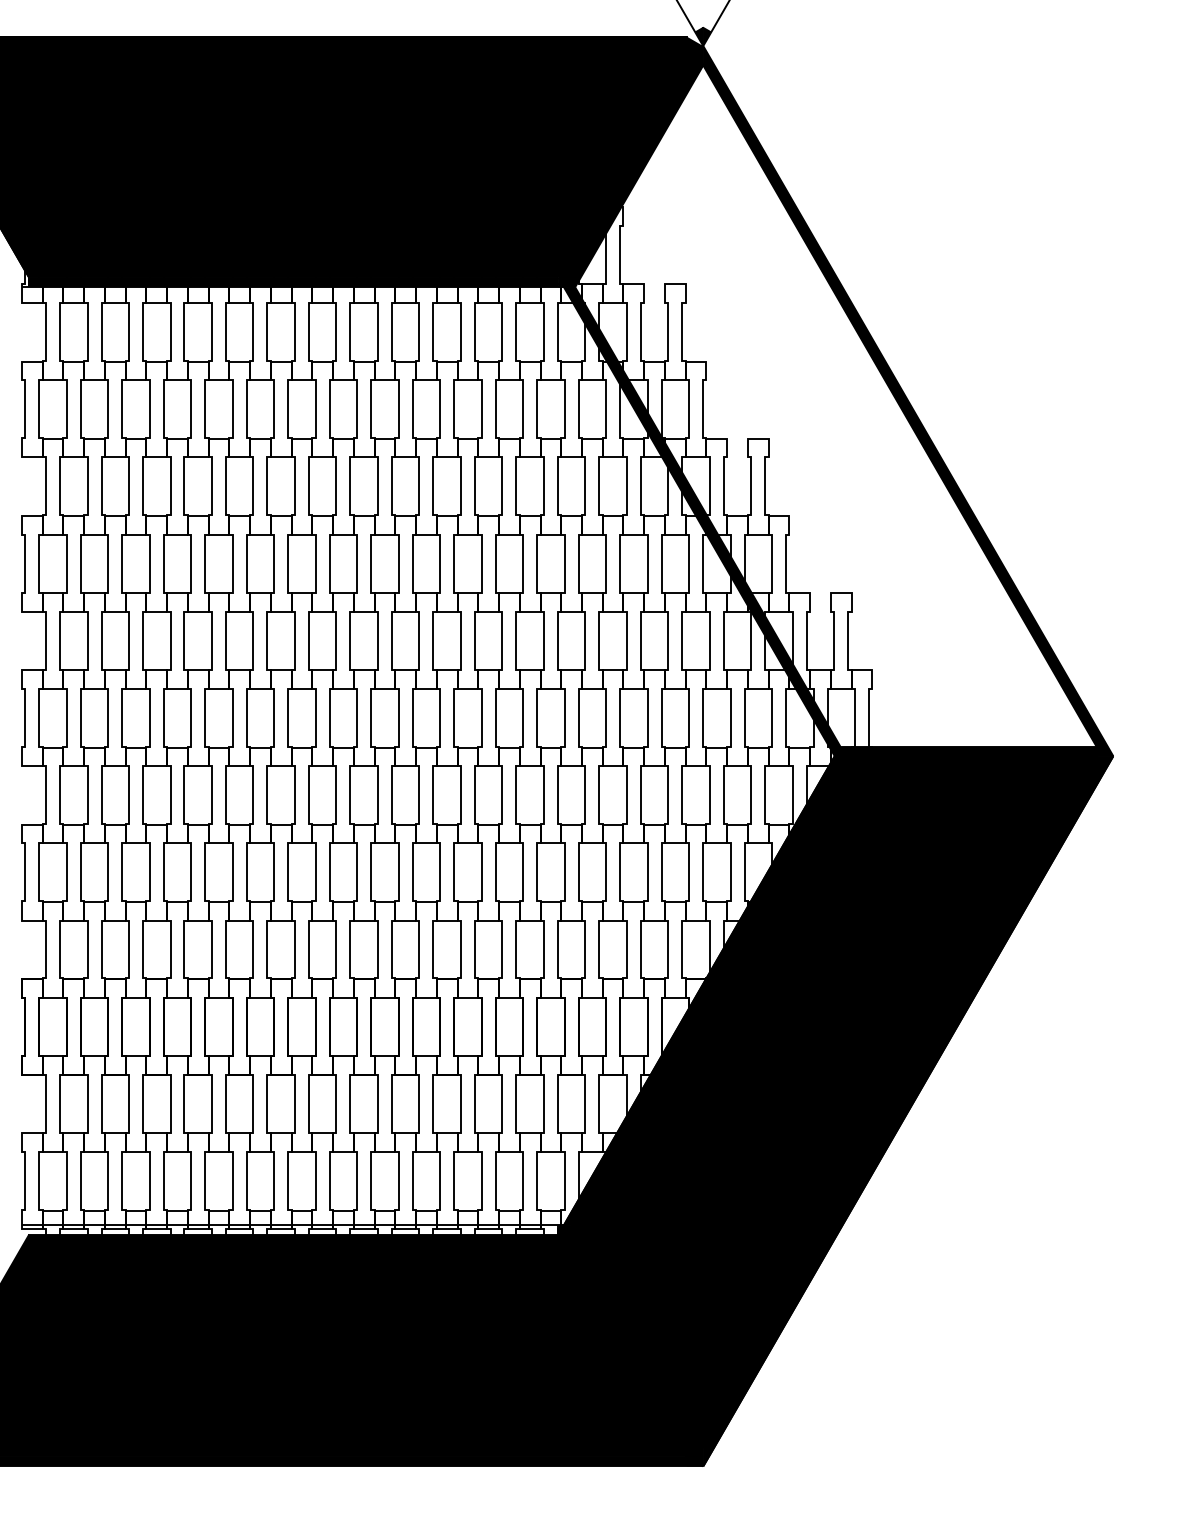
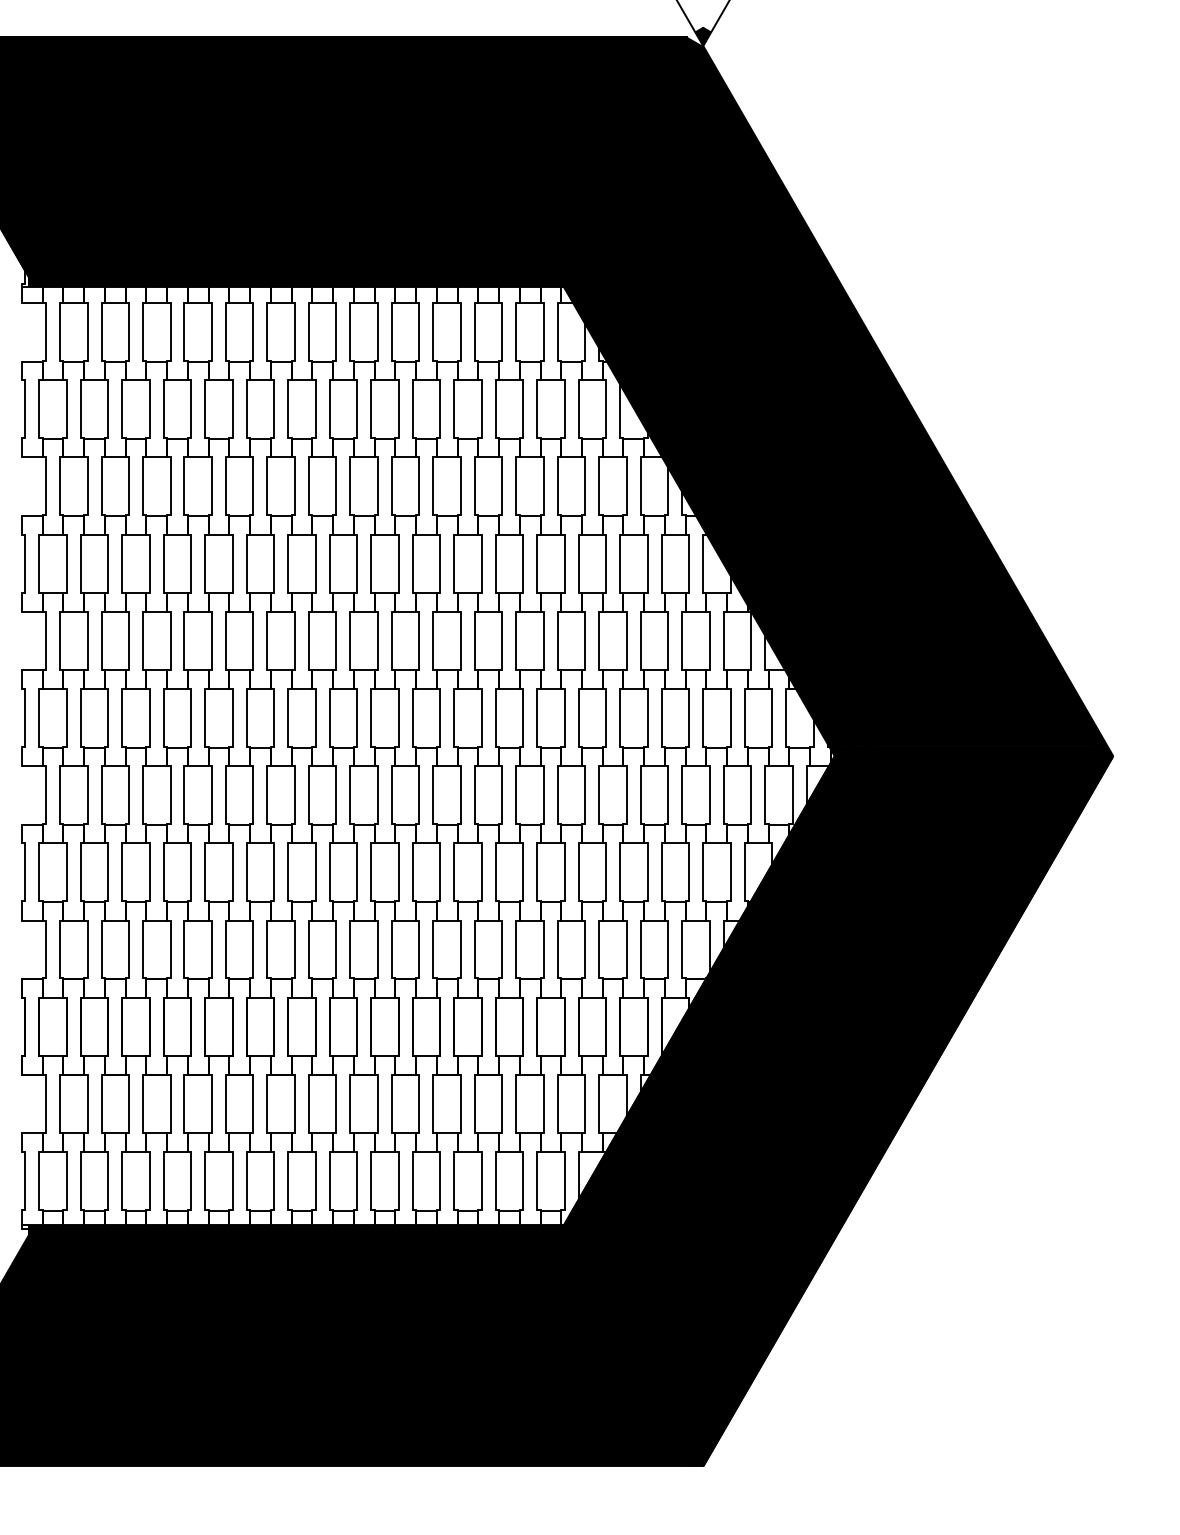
fill at (835, 405): none -> present
fill at (293, 1229): none -> present
